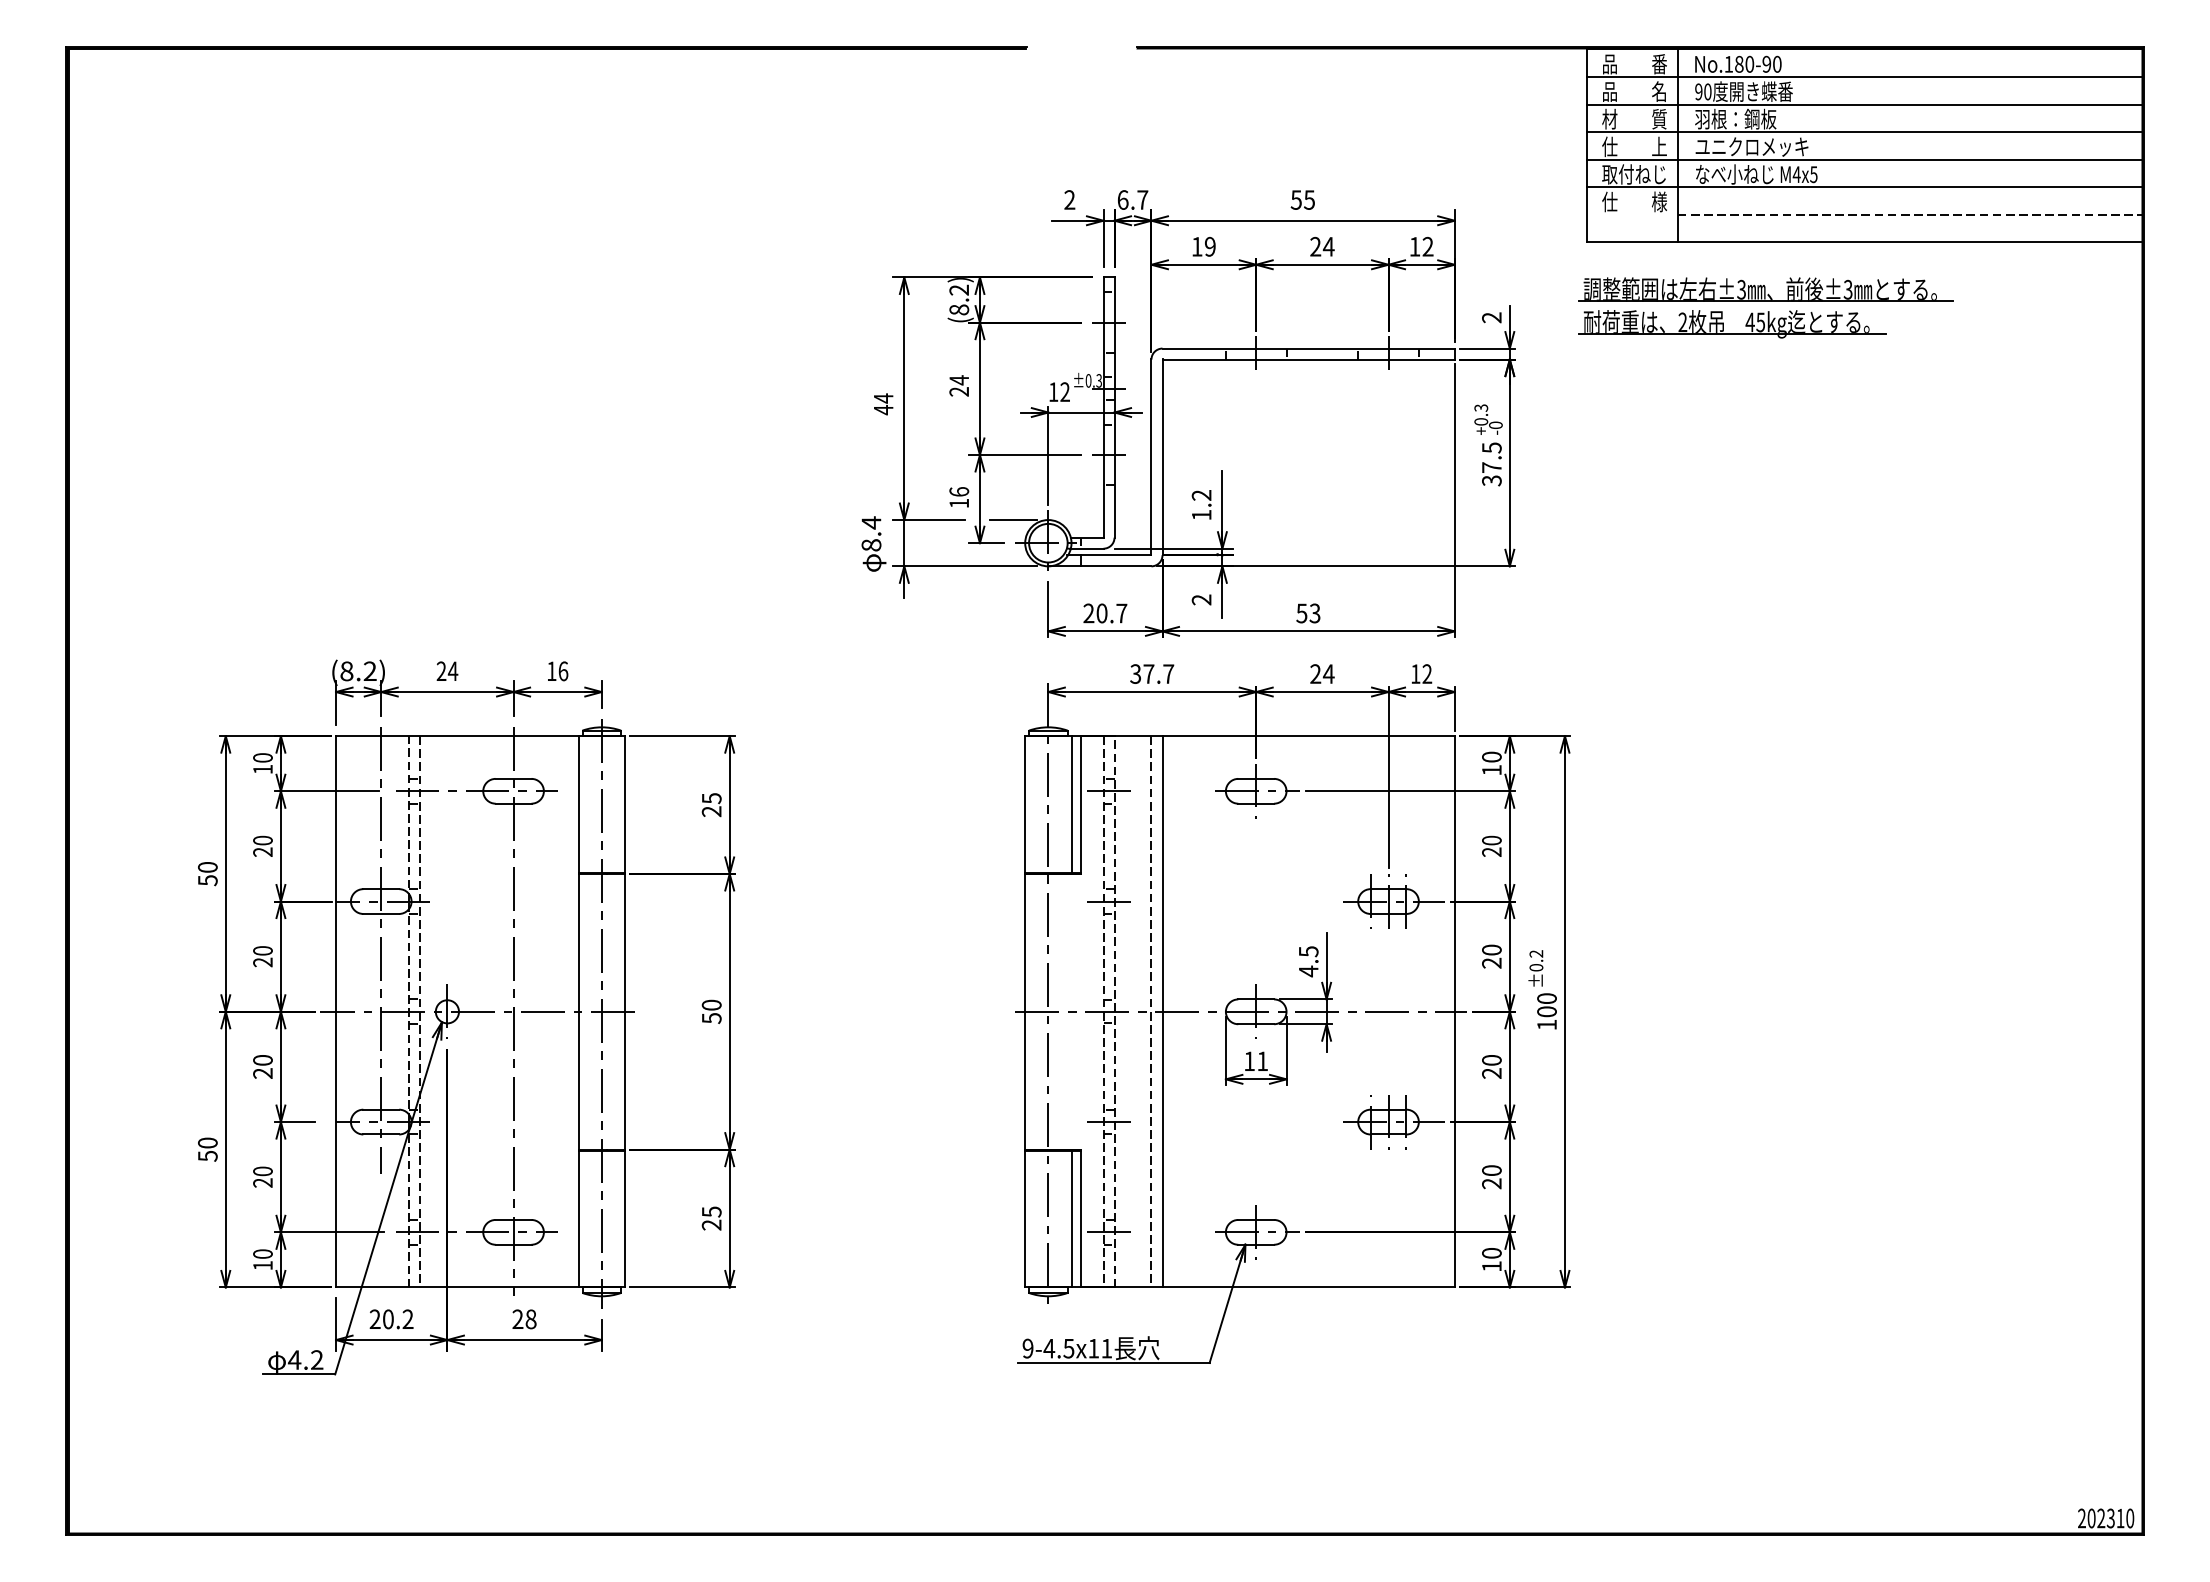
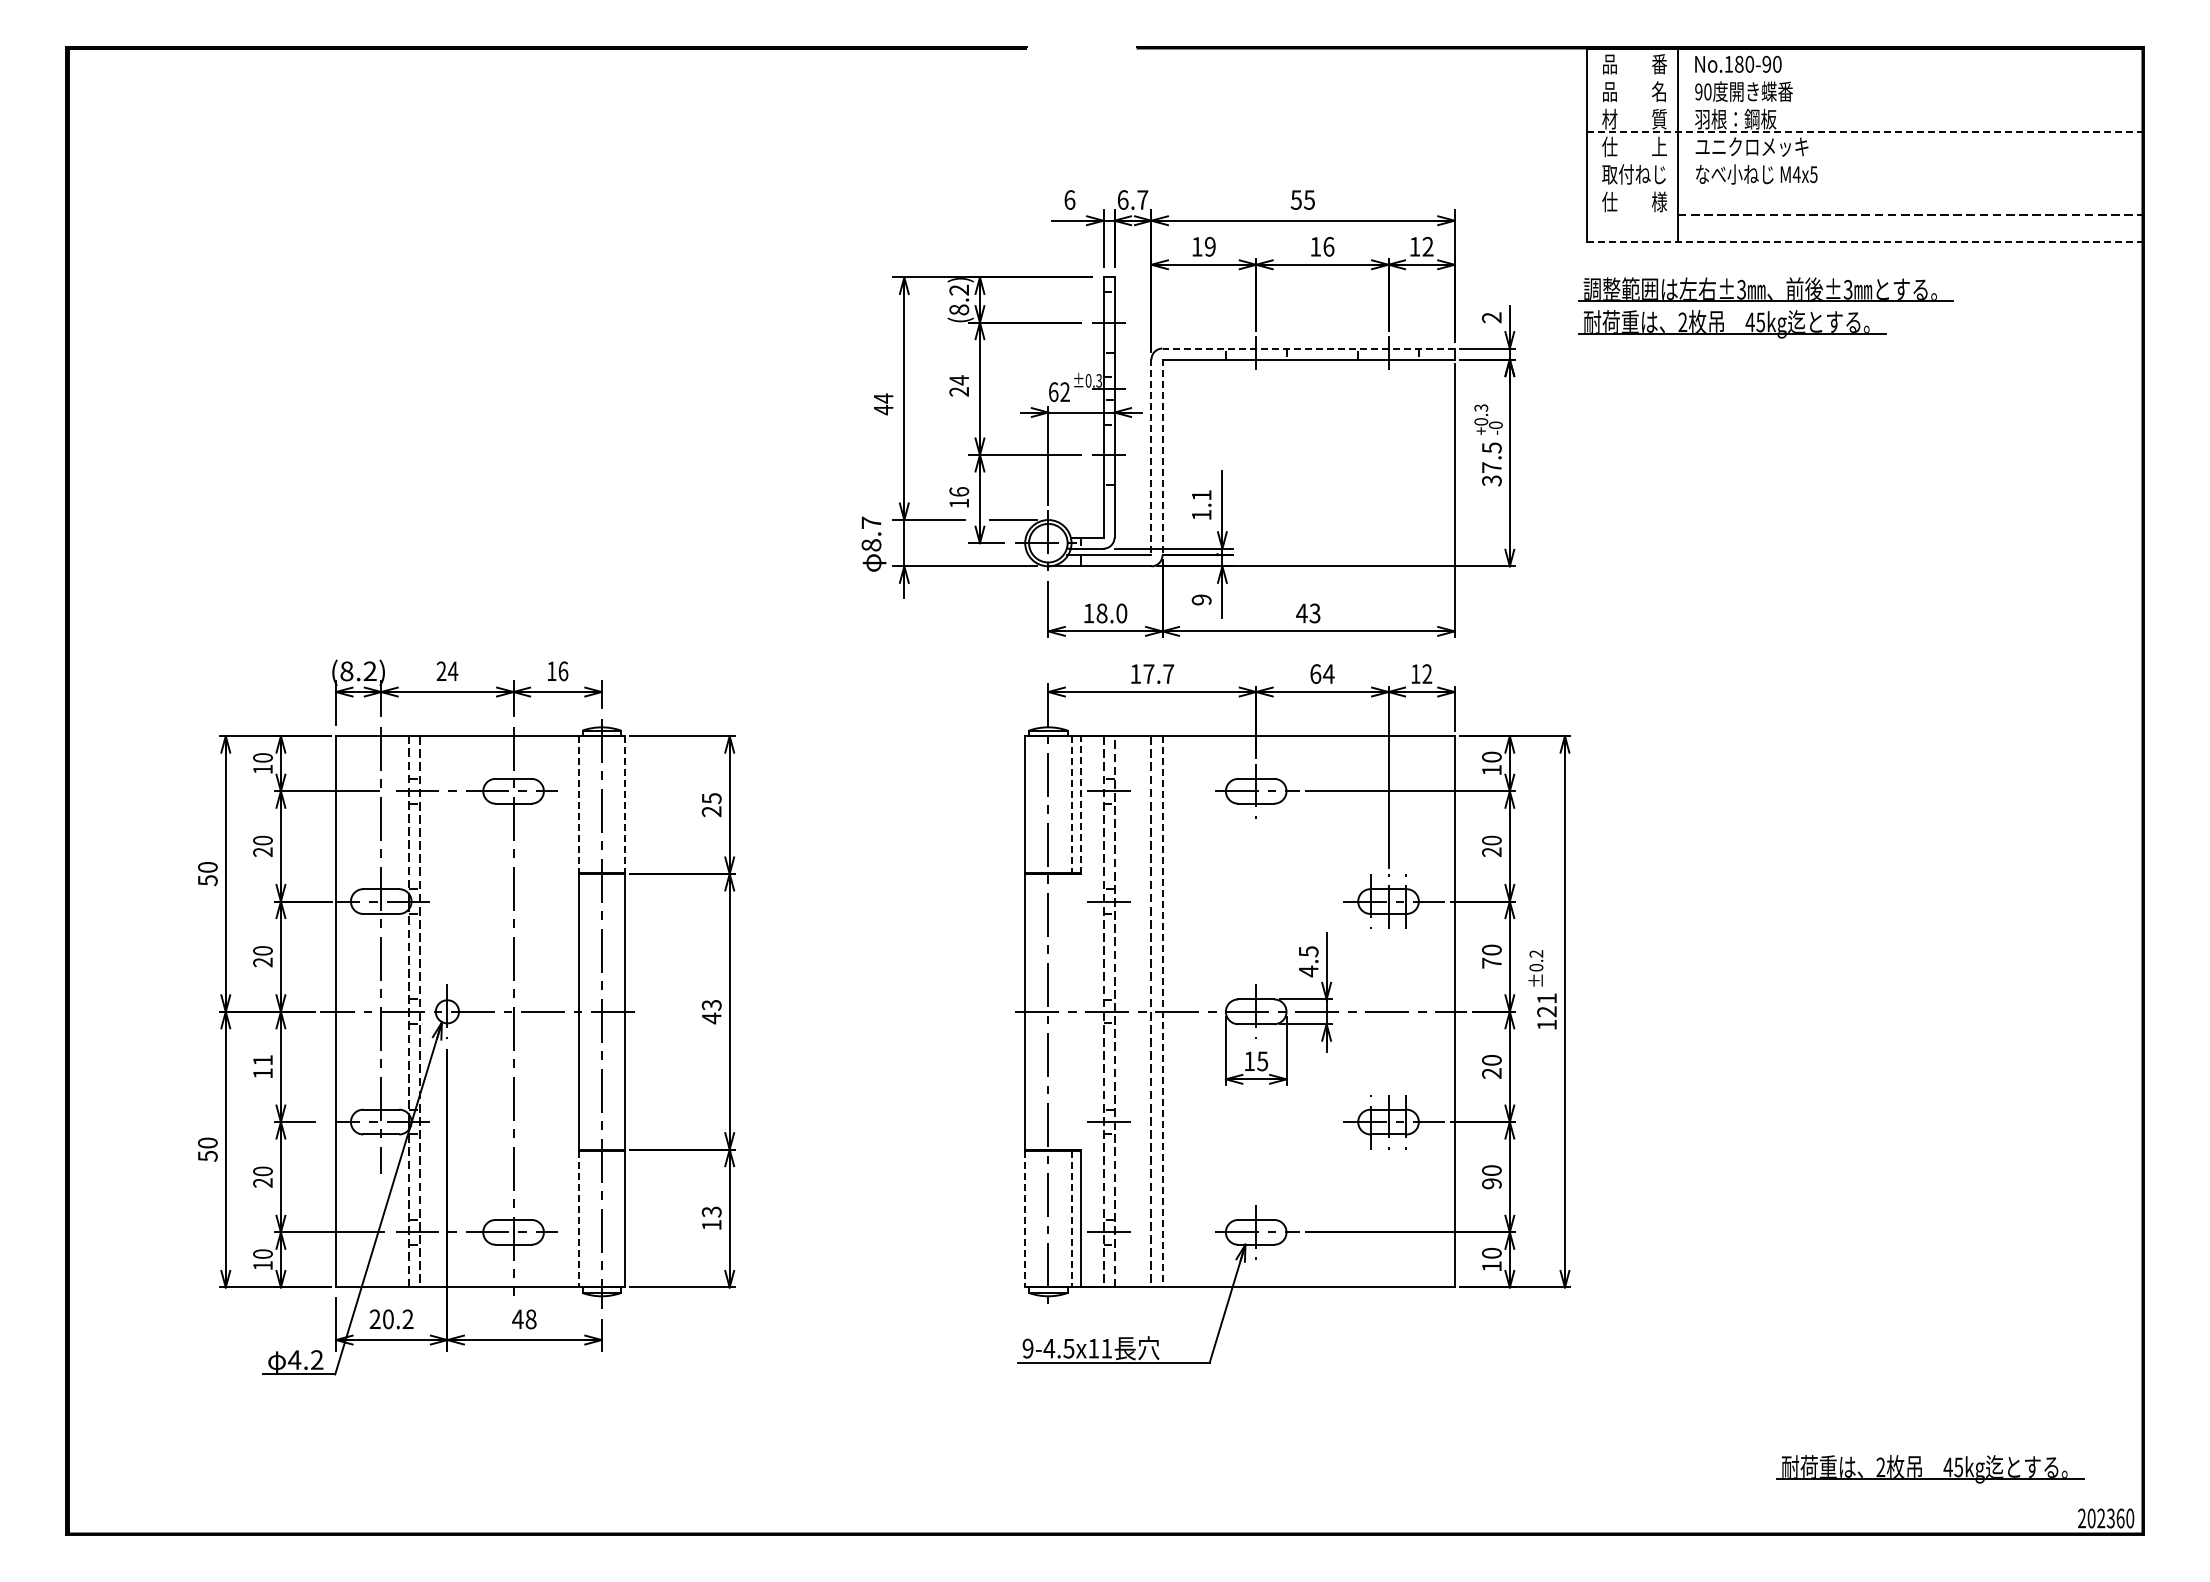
line at (1864, 77): present -> none
line at (1864, 104): present -> none
line at (1864, 132): solid -> dashed
line at (1864, 159): present -> none
line at (1864, 187): present -> none
text at (1069, 199): 2 -> 6
line at (1864, 242): solid -> dashed
text at (1322, 246): 24 -> 16
line at (1308, 348): solid -> dashed
text at (1053, 392): 12 -> 62
line at (1151, 457): solid -> dashed
line at (1162, 457): solid -> dashed
text at (1201, 495): 1.2 -> 1.1
text at (871, 522): 8.4 -> 8.7
text at (1201, 599): 2 -> 9
text at (1105, 613): 20.7 -> 18.0
text at (1301, 613): 53 -> 43
text at (1135, 673): 37.7 -> 17.7
text at (1315, 673): 24 -> 64
line at (578, 805): solid -> dashed
line at (624, 805): solid -> dashed
line at (1071, 805): solid -> dashed
line at (1081, 805): solid -> dashed
text at (1491, 962): 20 -> 70
text at (1546, 1005): 100 -> 121
text at (711, 1011): 50 -> 43
line at (1162, 1011): solid -> dashed
text at (1262, 1061): 11 -> 15
text at (262, 1066): 20 -> 11
text at (1491, 1183): 20 -> 90
text at (711, 1218): 25 -> 13
line at (578, 1219): solid -> dashed
line at (1025, 1219): solid -> dashed
line at (1071, 1219): solid -> dashed
text at (517, 1318): 28 -> 48
part at (1921, 1469): none -> present
text at (2120, 1518): 202310 -> 202360
